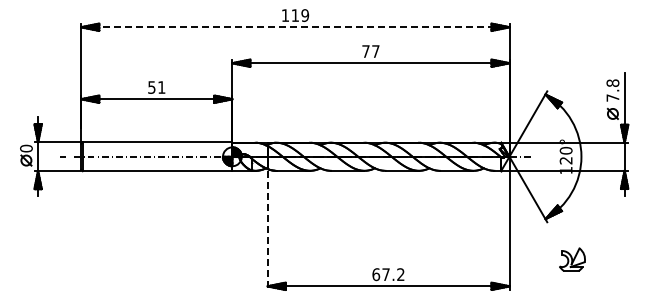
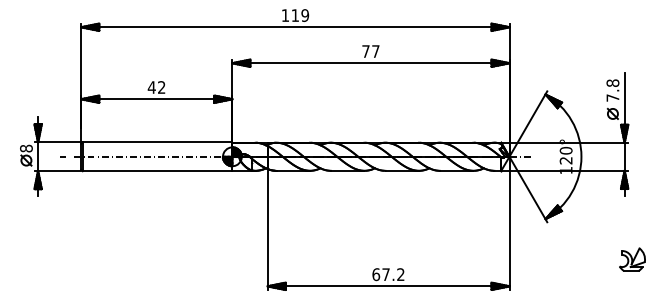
line at (295, 27): dashed -> solid
text at (156, 87): 51 -> 42
text at (26, 148): 0 -> 8
line at (267, 230): dashed -> solid
part at (572, 259) position: (572, 259) -> (632, 259)
